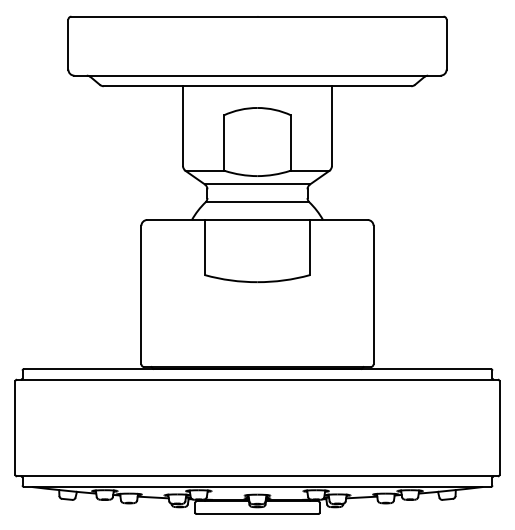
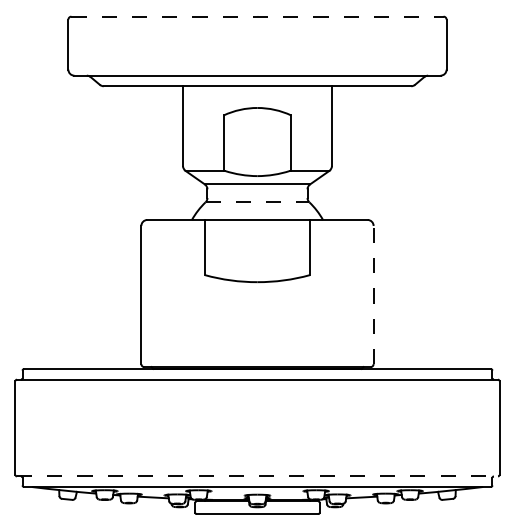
line at (258, 16): solid -> dashed
line at (257, 202): solid -> dashed
line at (373, 294): solid -> dashed
line at (257, 476): solid -> dashed
